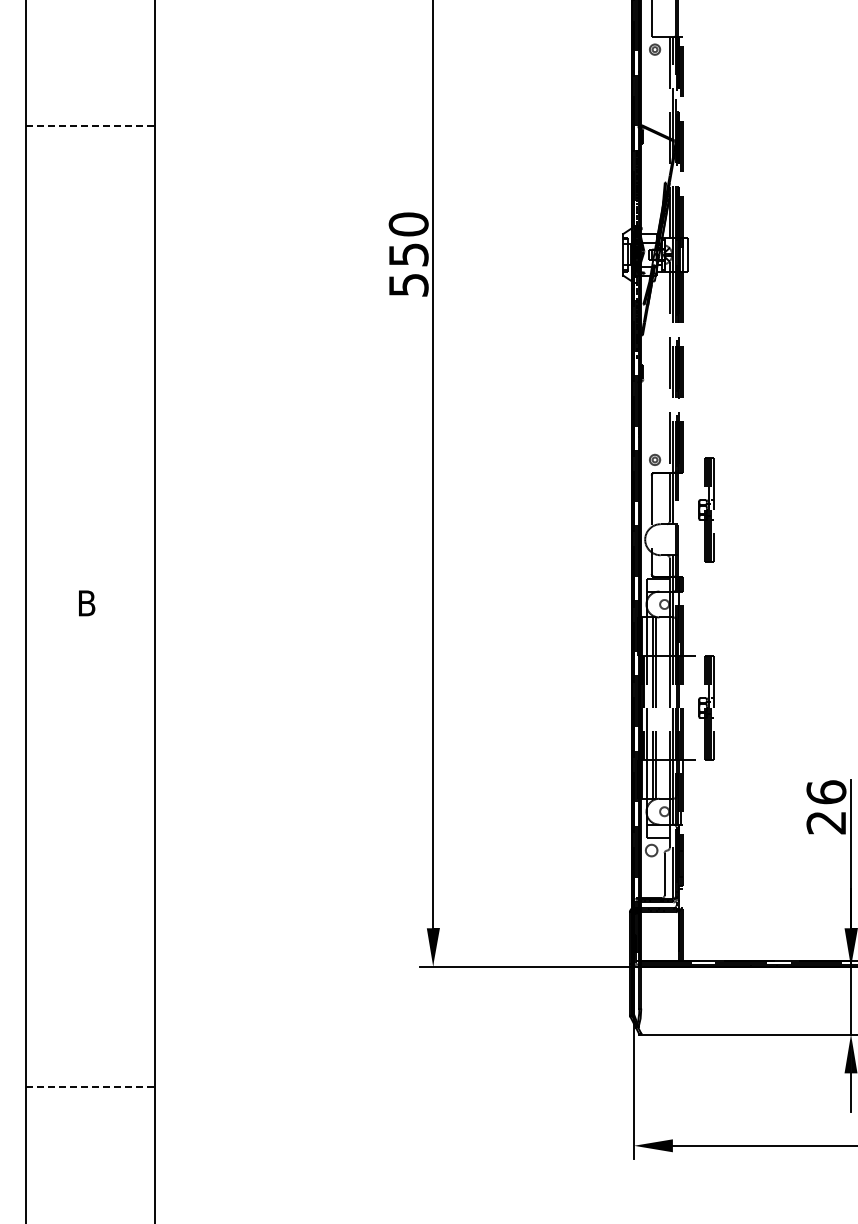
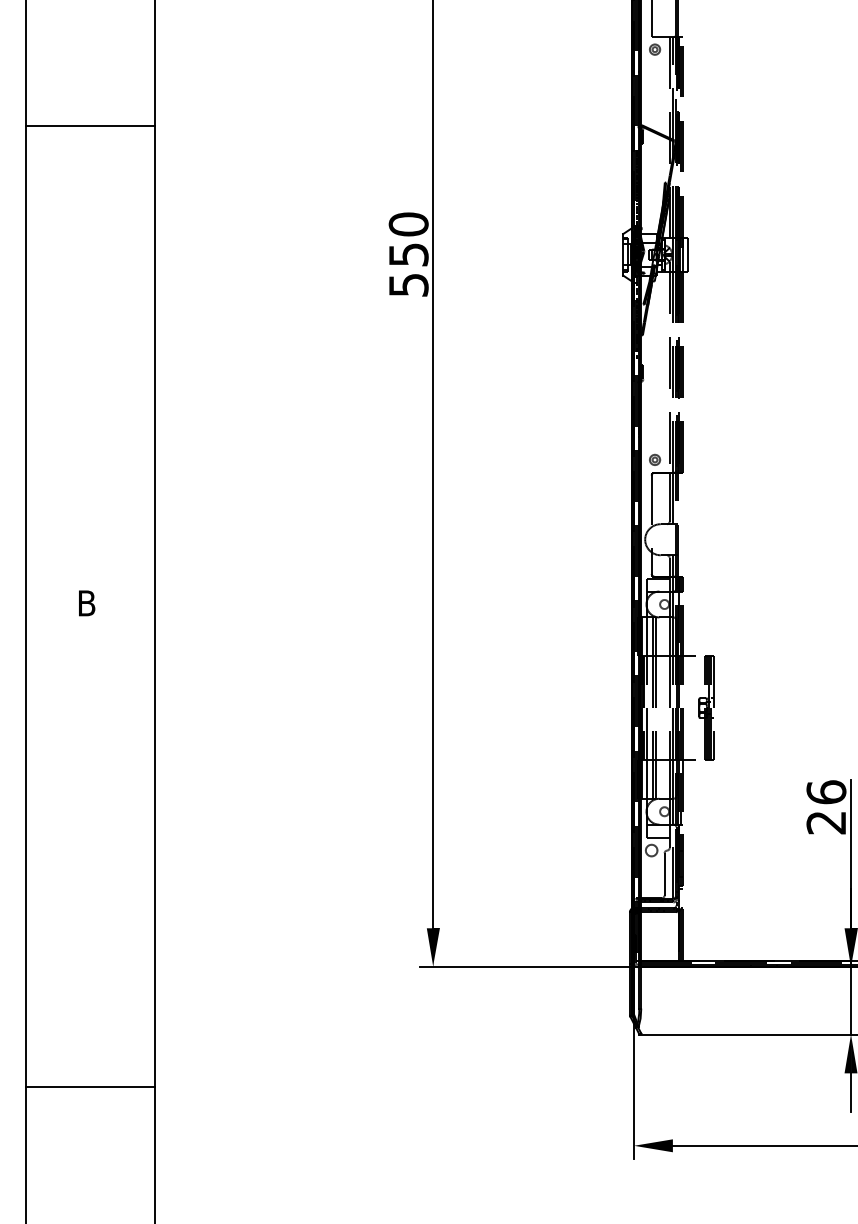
line at (90, 125): dashed -> solid
part at (706, 509): present -> none
line at (90, 1087): dashed -> solid
